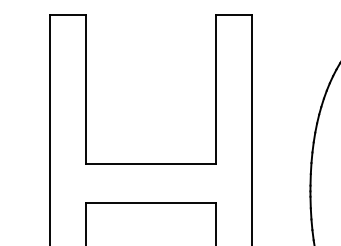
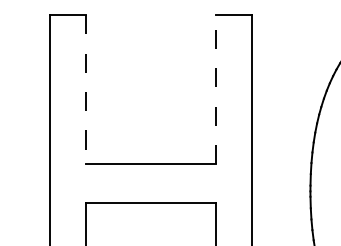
line at (86, 89): solid -> dashed
line at (216, 89): solid -> dashed
